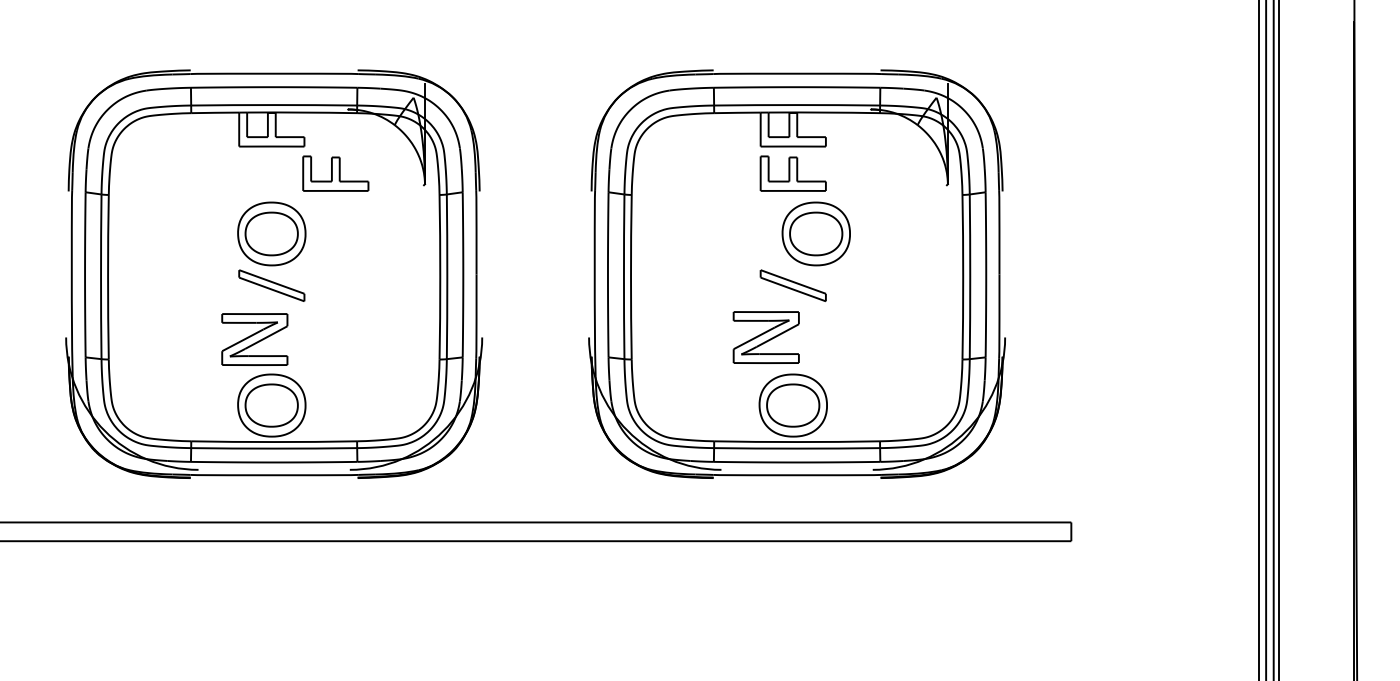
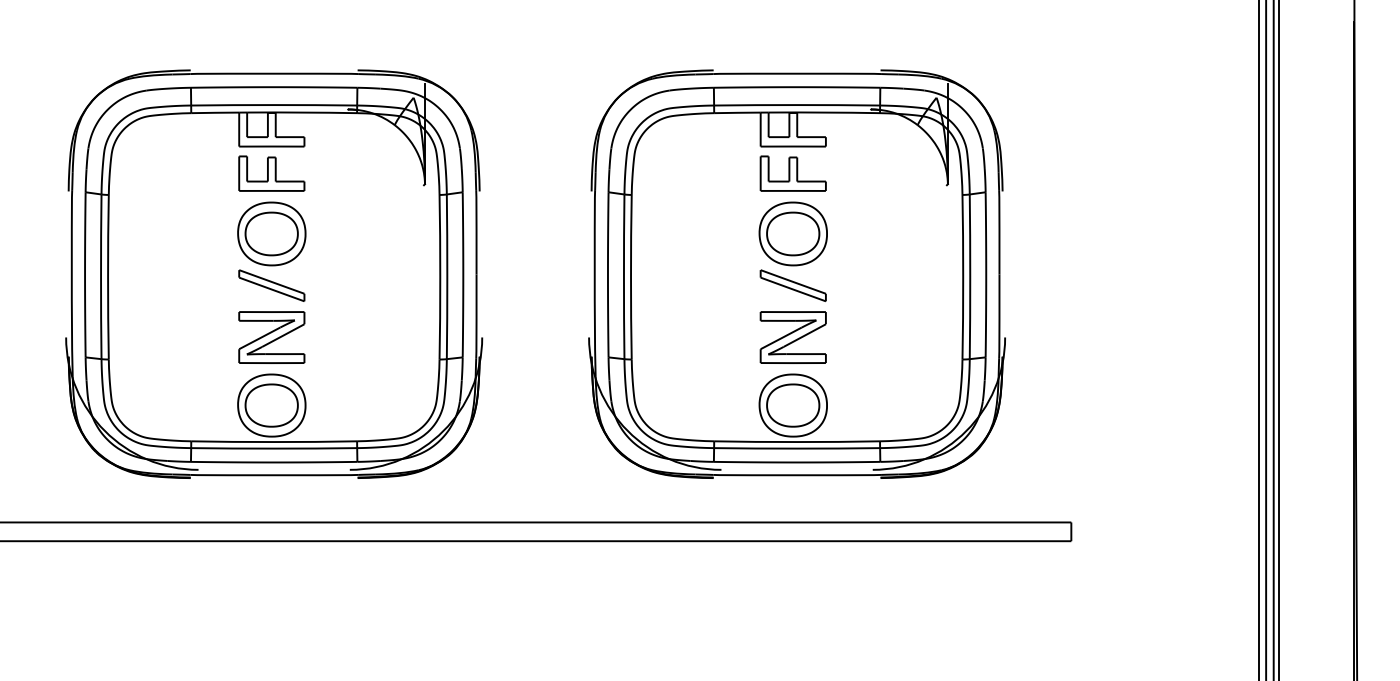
part at (335, 173) position: (335, 173) -> (271, 173)
part at (815, 233) position: (815, 233) -> (792, 233)
part at (765, 337) position: (765, 337) -> (792, 337)
part at (254, 339) position: (254, 339) -> (271, 337)
